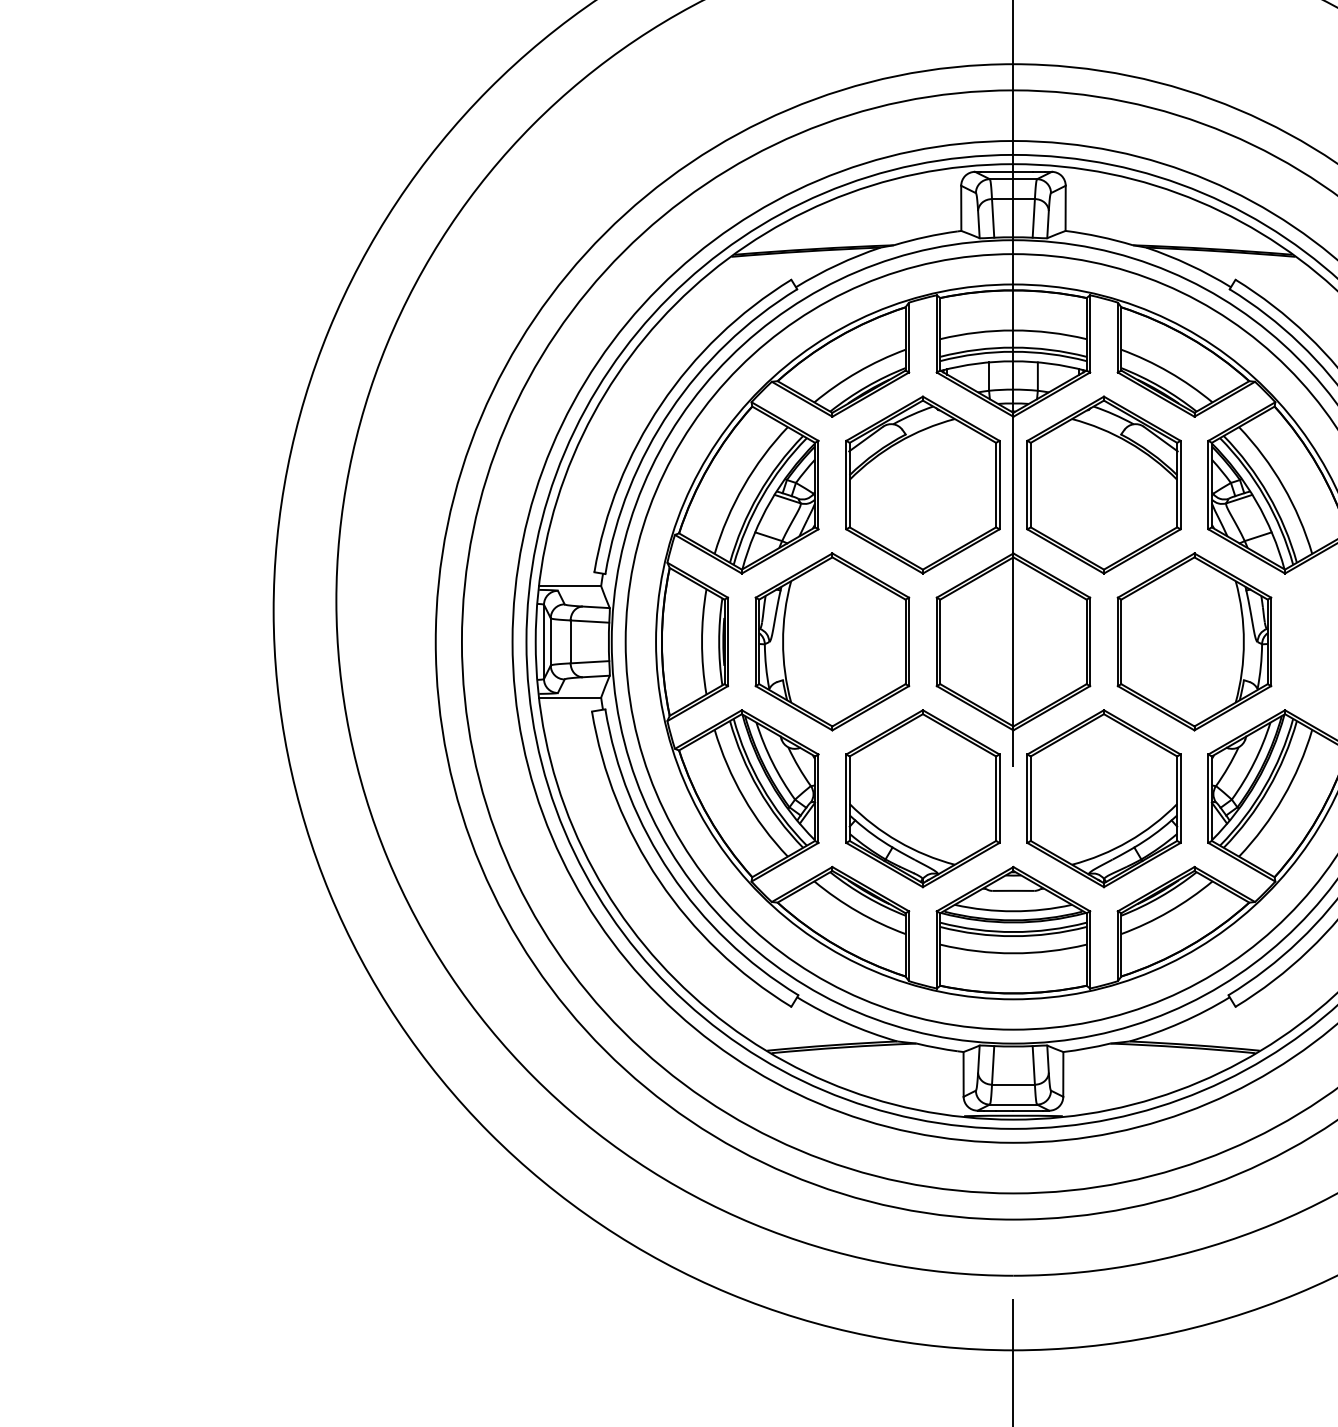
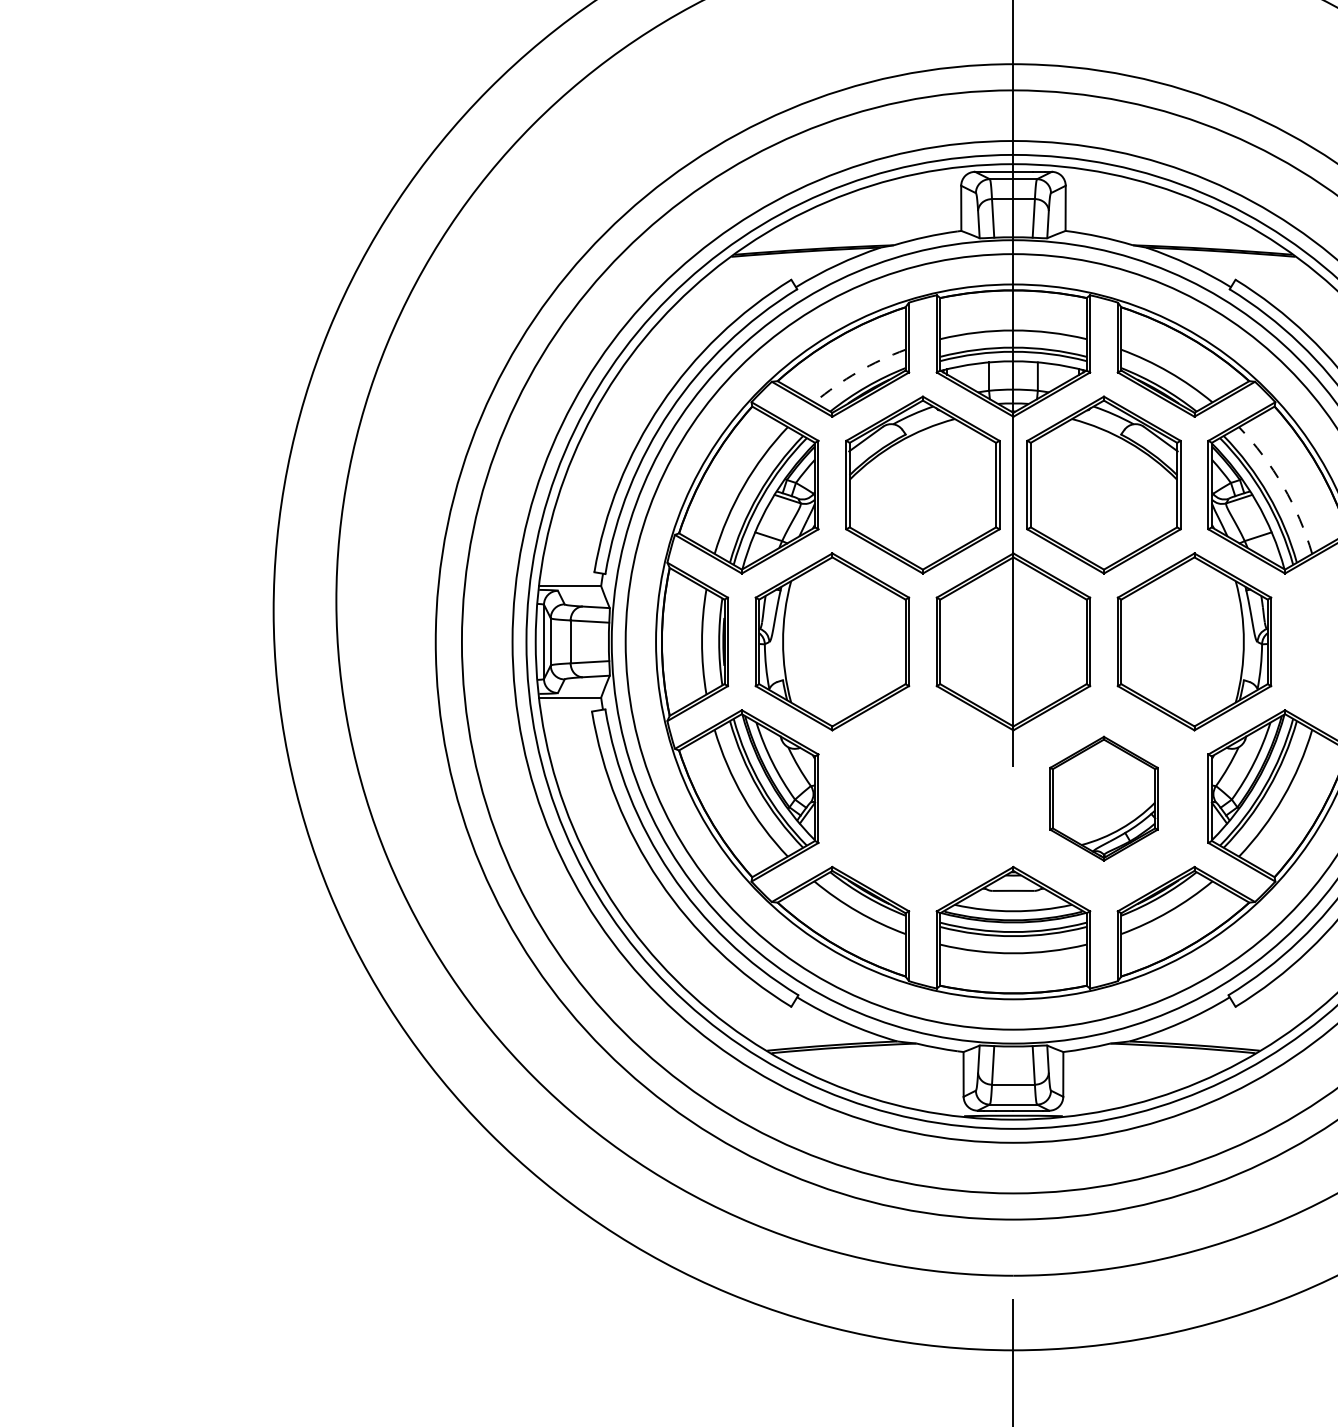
arc at (857, 372): solid -> dashed
arc at (1283, 486): solid -> dashed
part at (922, 798): present -> none
part at (1103, 798) size: 156x180 px -> 110x127 px
